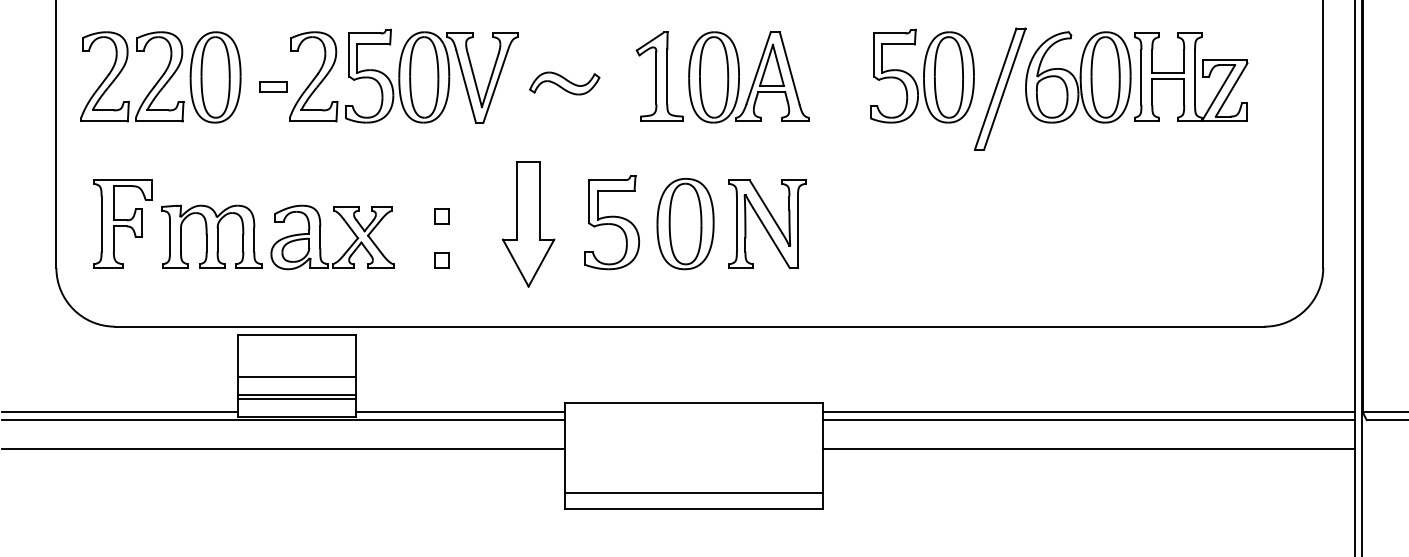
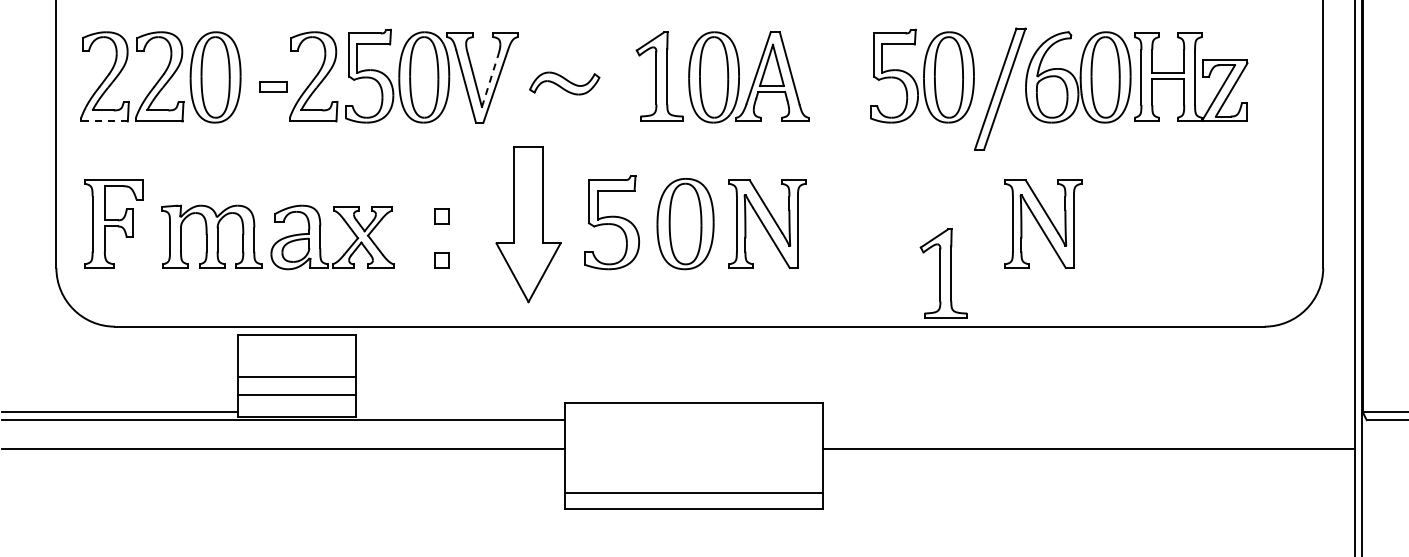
line at (490, 80): solid -> dashed
line at (104, 121): solid -> dashed
part at (122, 223) position: (122, 223) -> (113, 223)
part at (528, 224) size: 54x127 px -> 67x158 px
part at (1043, 224): none -> present
part at (943, 273): none -> present
line at (296, 399): present -> none
line at (460, 411): present -> none
line at (1089, 411): present -> none
line at (1089, 420): present -> none
